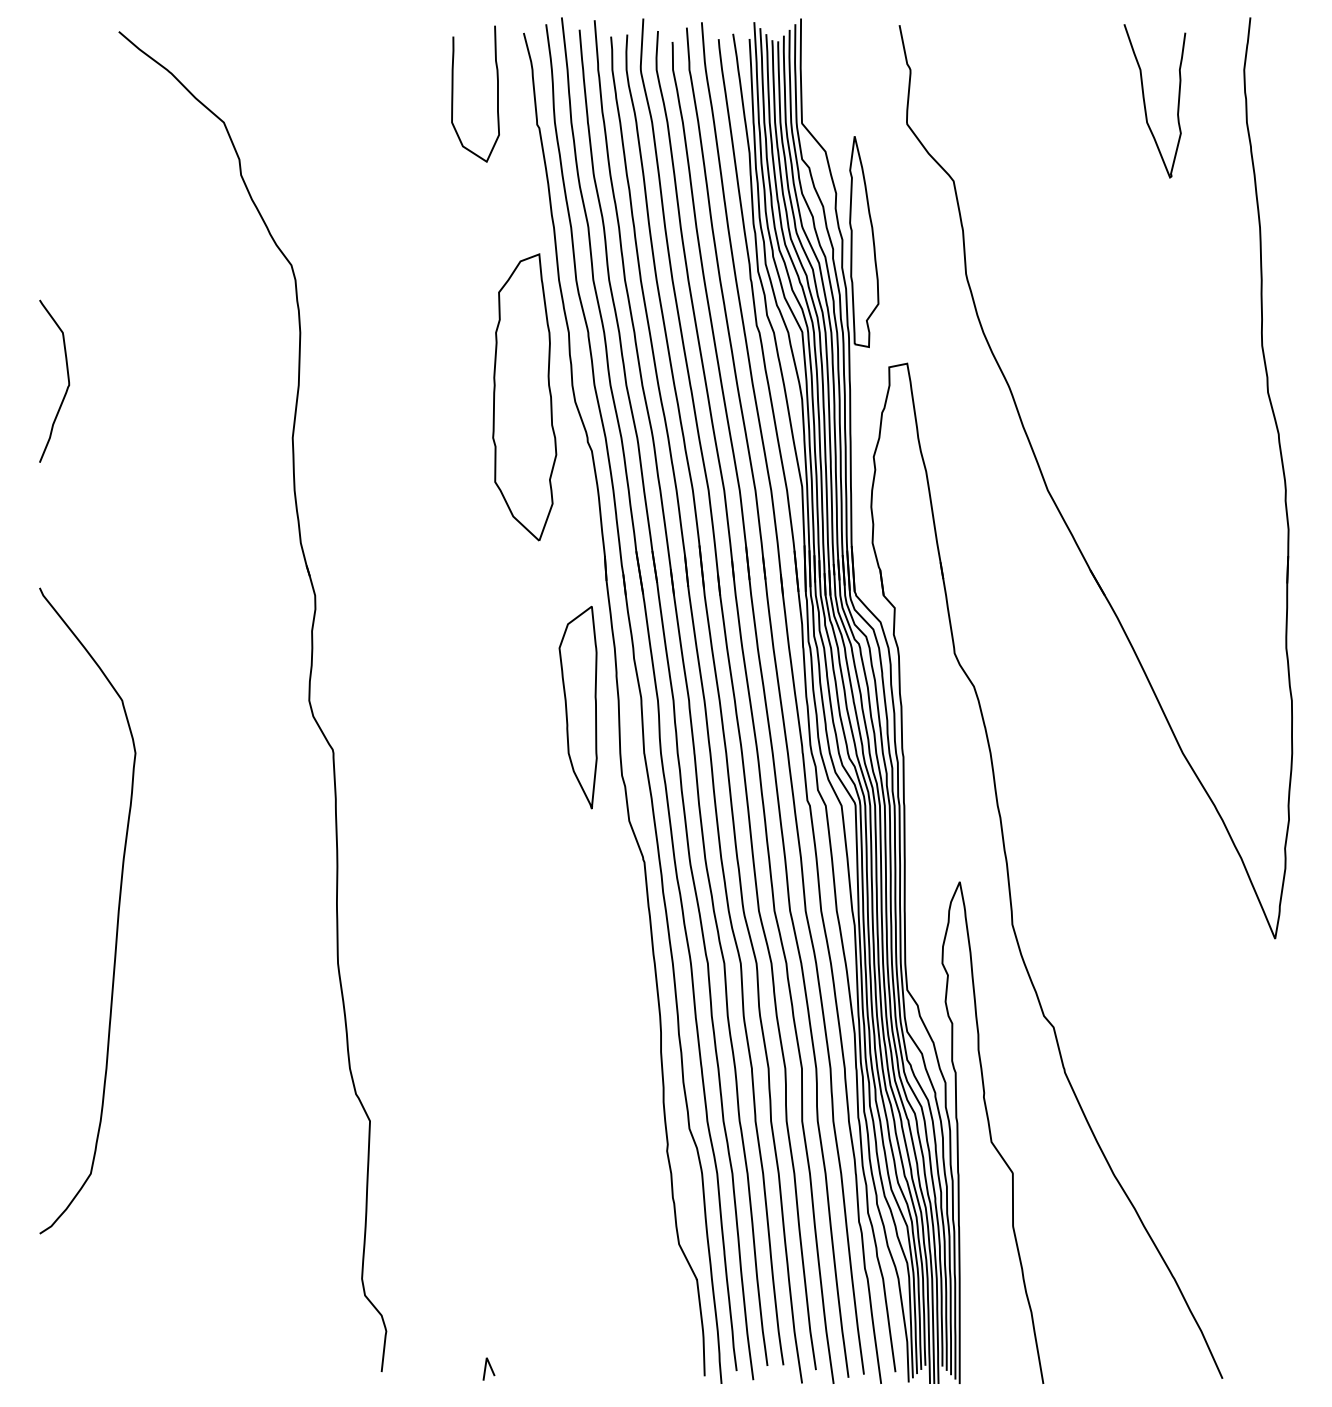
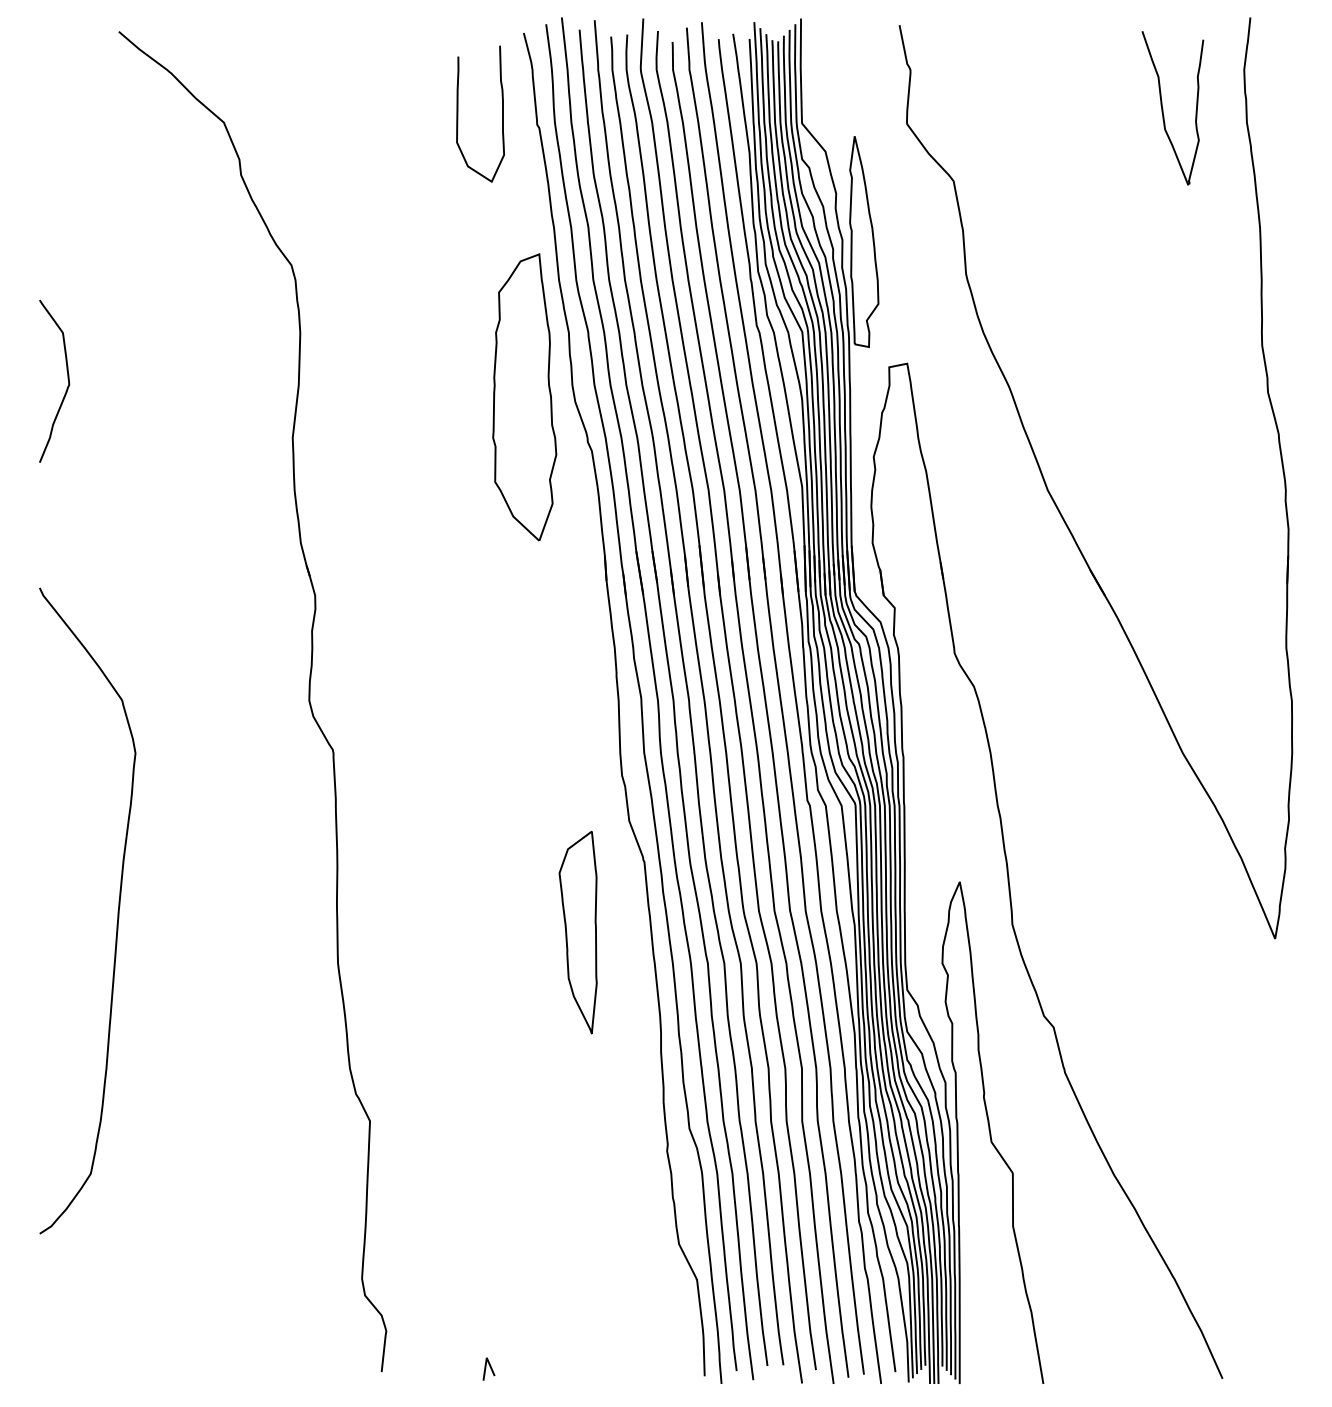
curve at (453, 93) position: (453, 93) -> (458, 113)
curve at (1145, 101) position: (1145, 101) -> (1163, 108)
part at (577, 707) position: (577, 707) -> (577, 932)
